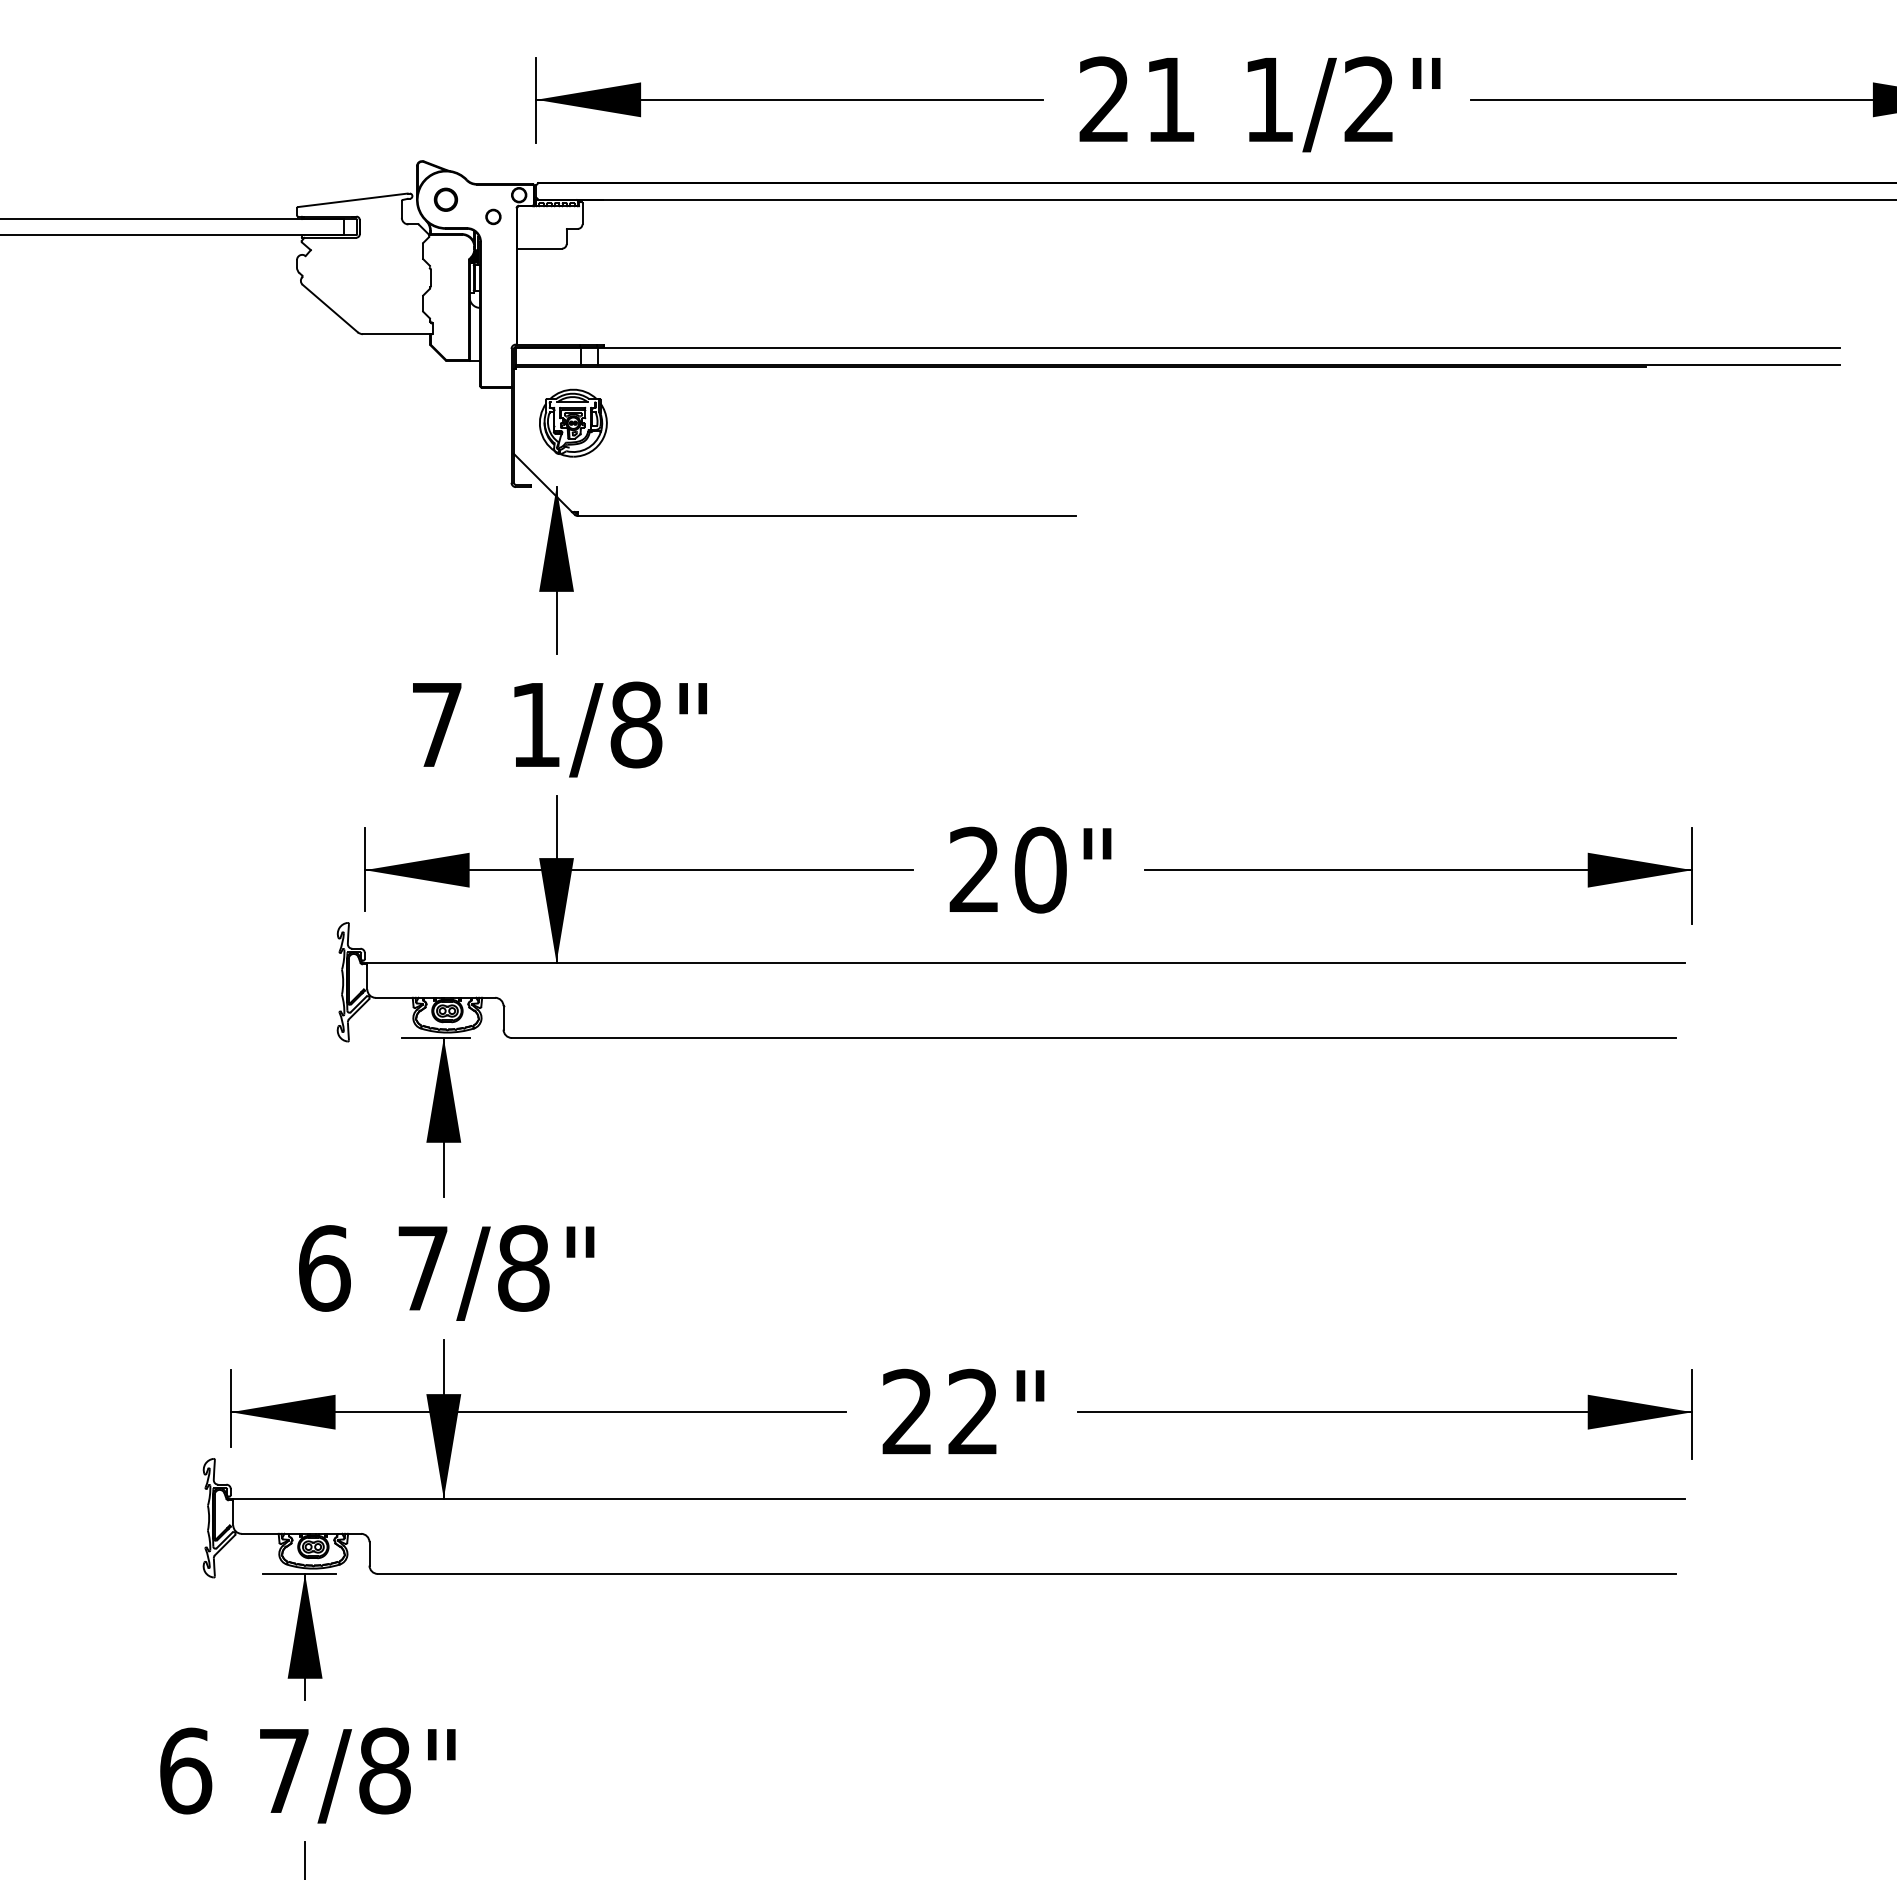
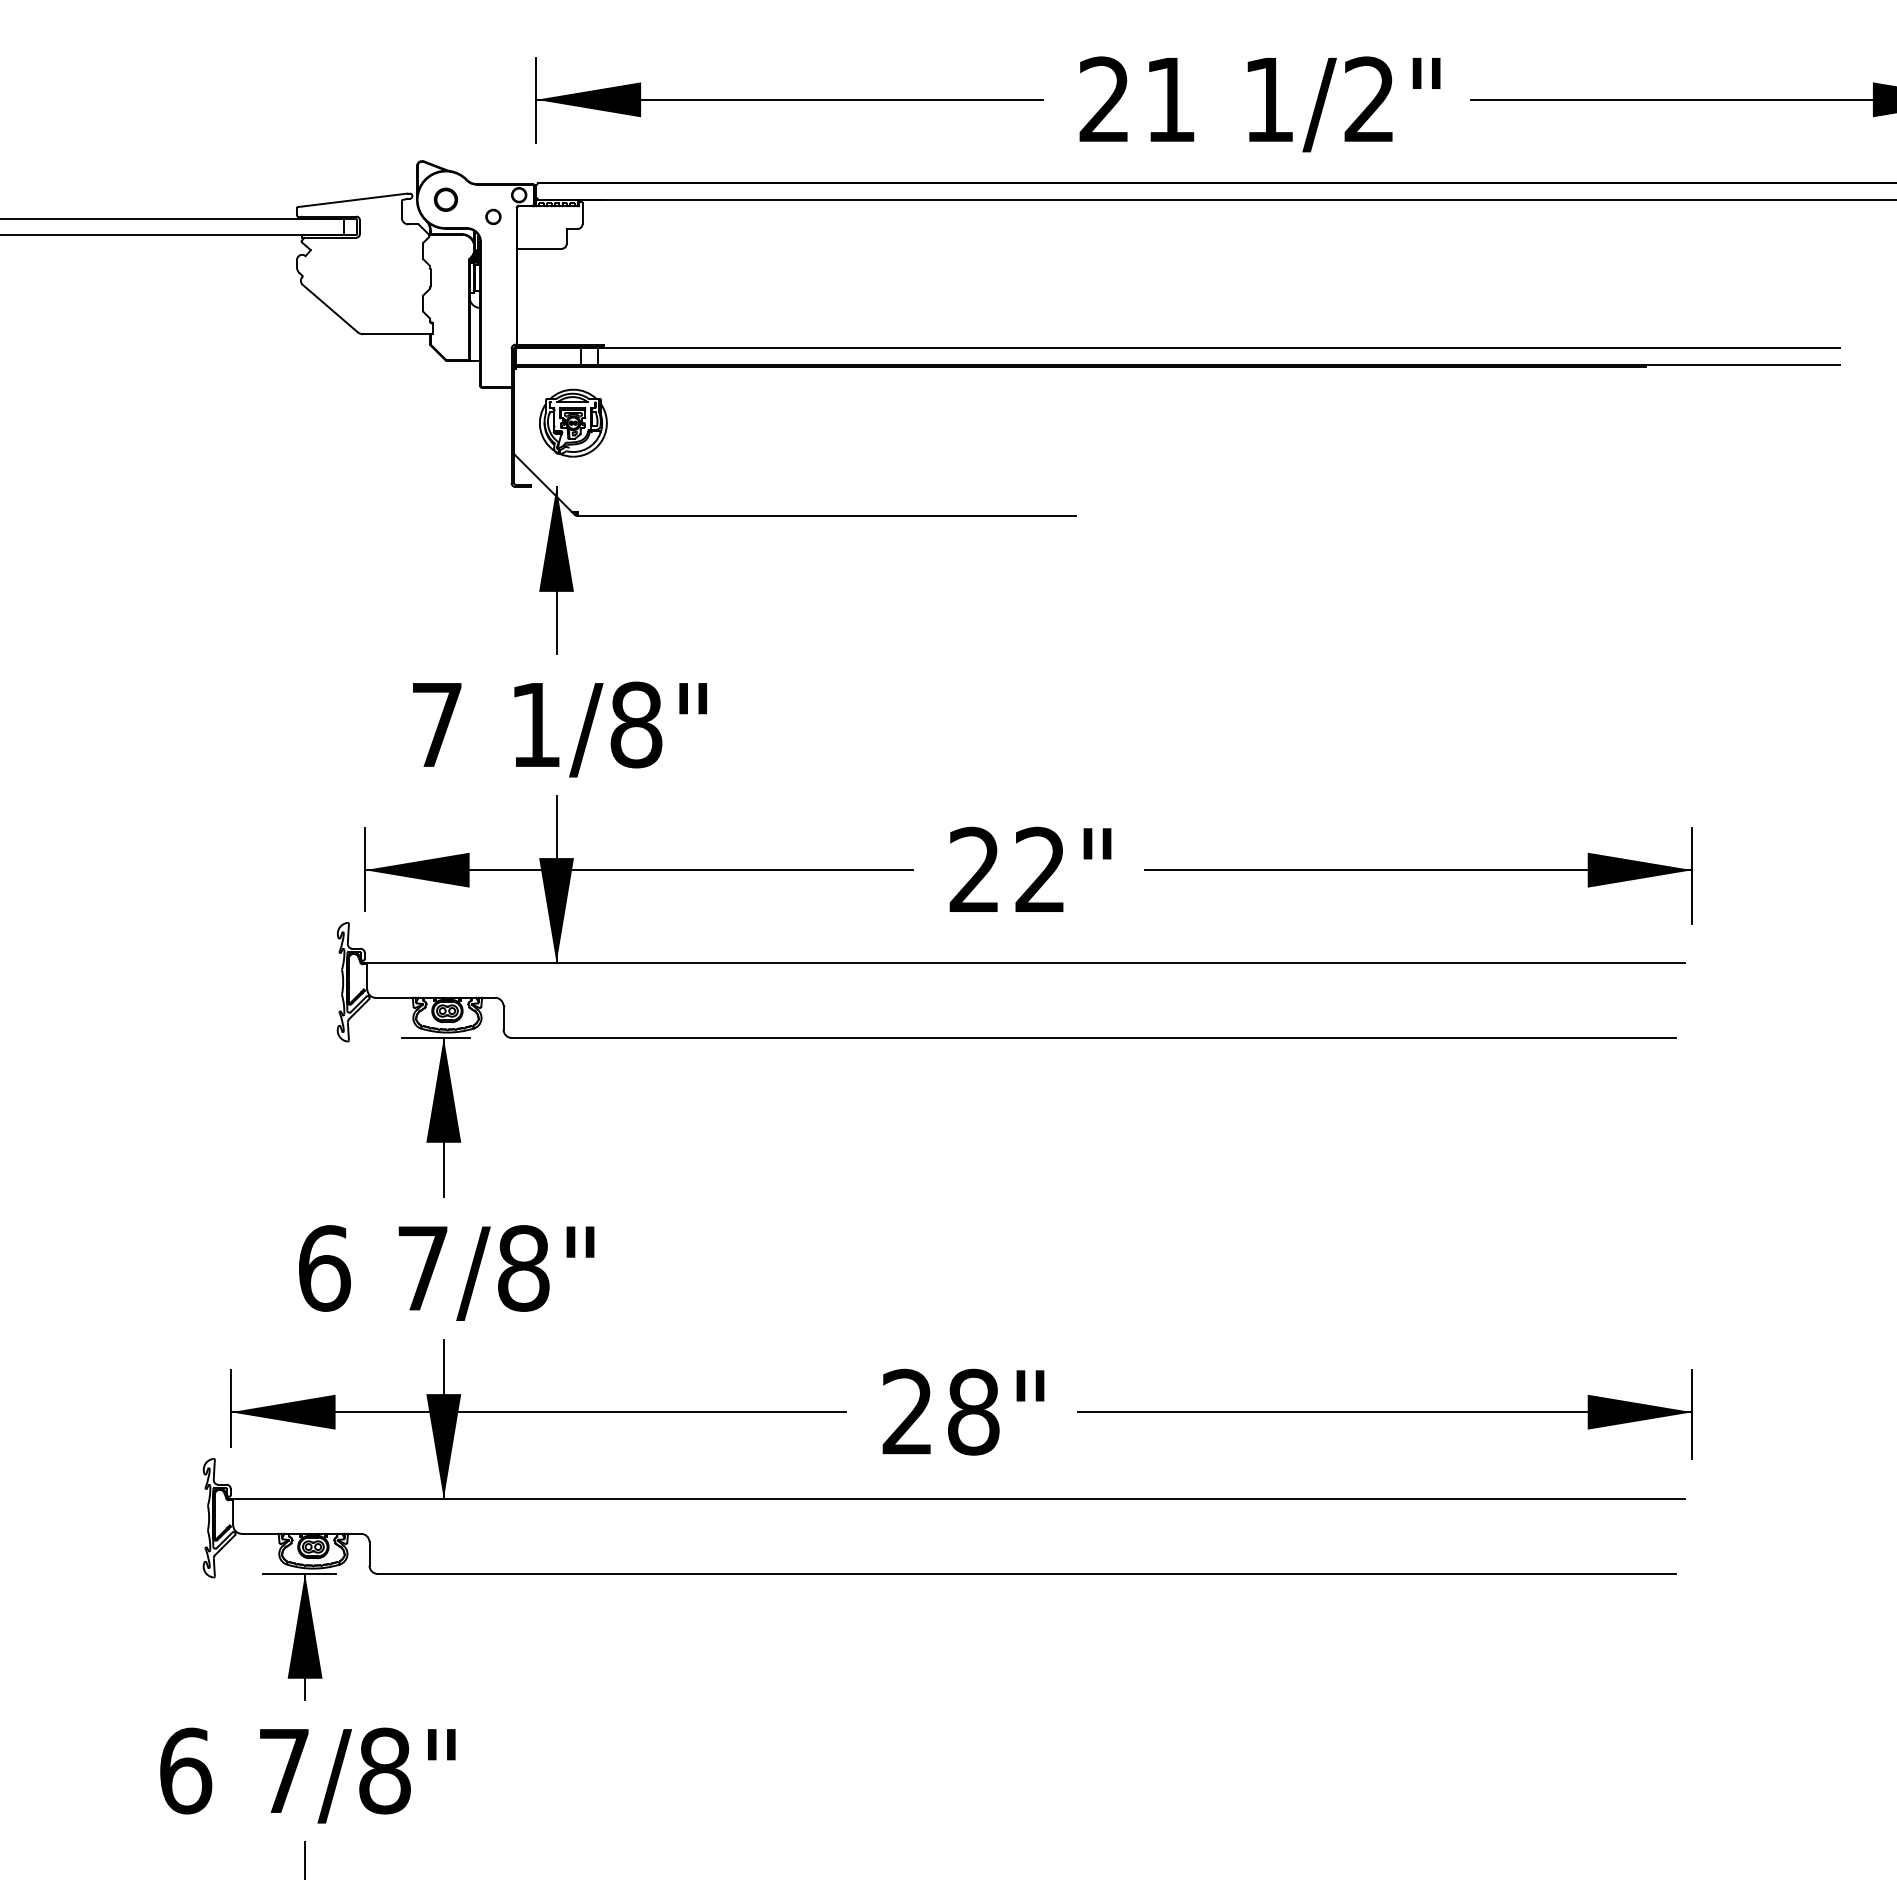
text at (1040, 869): 20" -> 22"
text at (973, 1411): 22" -> 28"
